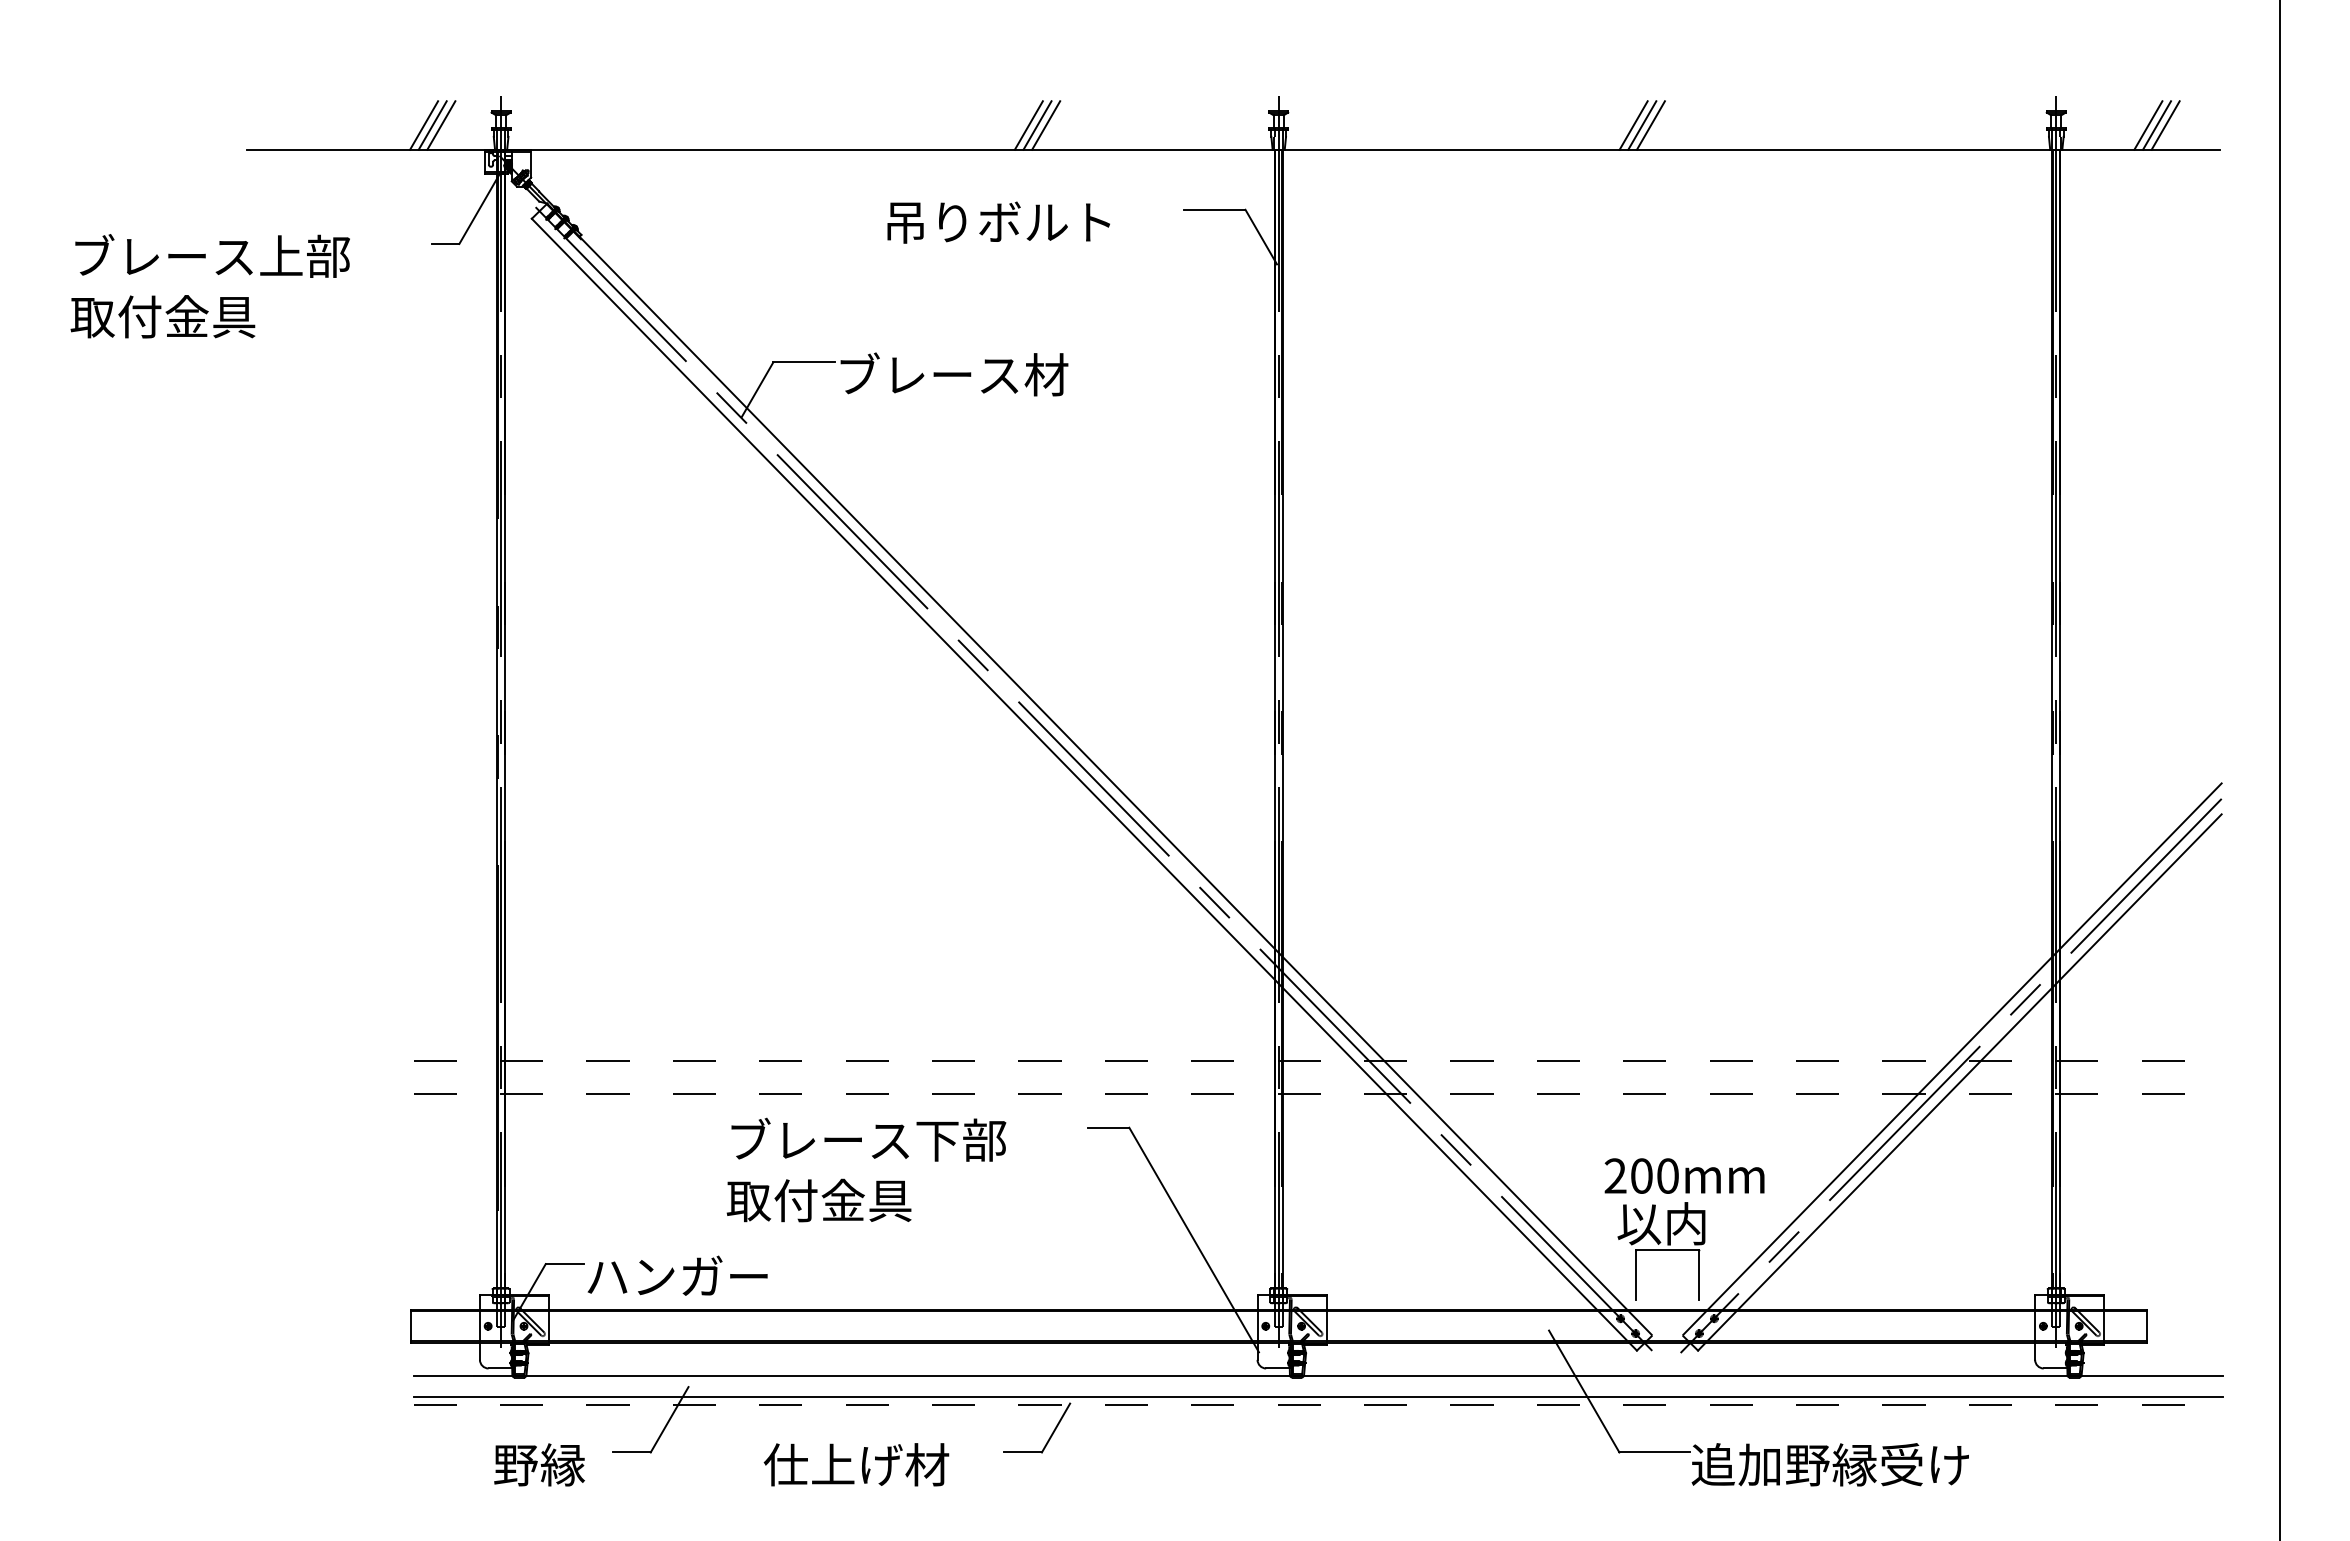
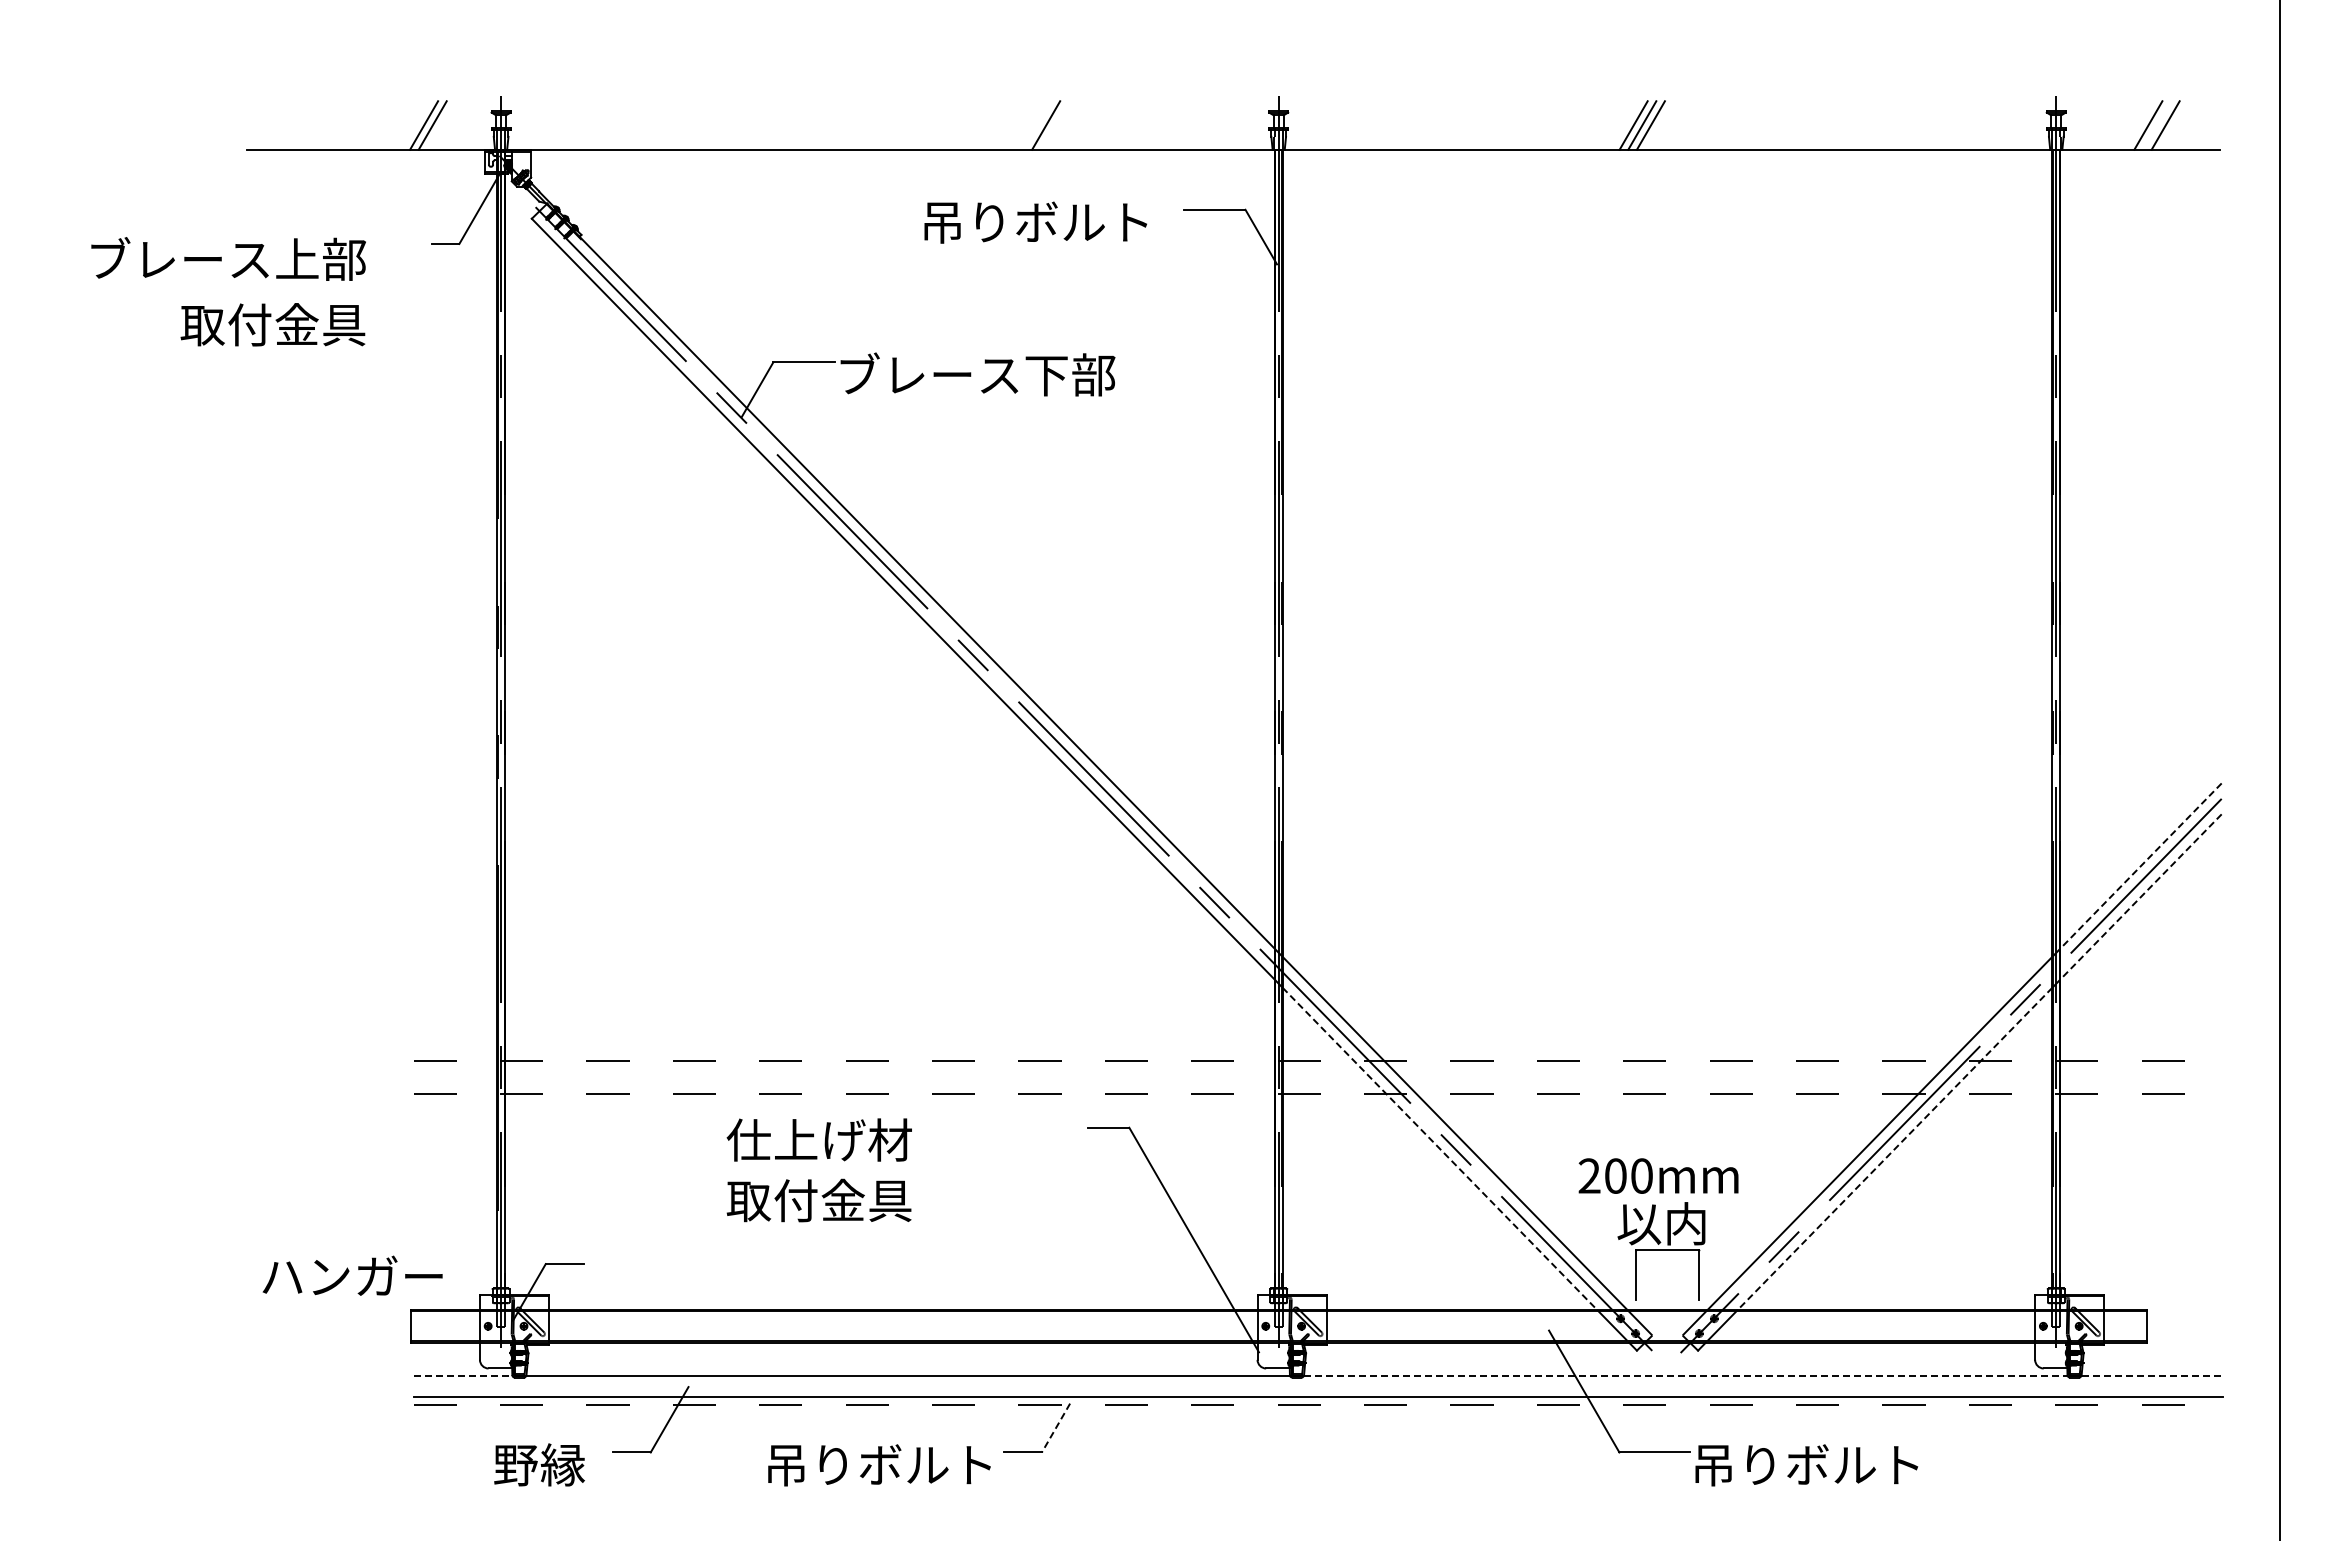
line at (441, 125): present -> none
line at (1028, 125): present -> none
line at (1037, 125): present -> none
line at (2157, 125): present -> none
text at (998, 222) position: (998, 222) -> (1035, 222)
text at (212, 255) position: (212, 255) -> (228, 258)
text at (162, 316) position: (162, 316) -> (272, 324)
text at (1069, 374): ブレース材 -> ブレース下部
line at (2140, 866): solid -> dashed
line at (2140, 897): solid -> dashed
text at (866, 1139): ブレース下部 -> 仕上げ材
line at (1440, 1149): solid -> dashed
line at (1894, 1149): solid -> dashed
text at (1684, 1175) position: (1684, 1175) -> (1658, 1175)
text at (677, 1275) position: (677, 1275) -> (352, 1275)
line at (463, 1375): solid -> dashed
line at (1685, 1375): solid -> dashed
line at (2152, 1375): solid -> dashed
line at (1055, 1428): solid -> dashed
text at (876, 1464): 仕上げ材 -> 吊りボルト
text at (1829, 1464): 追加野縁受け -> 吊りボルト
